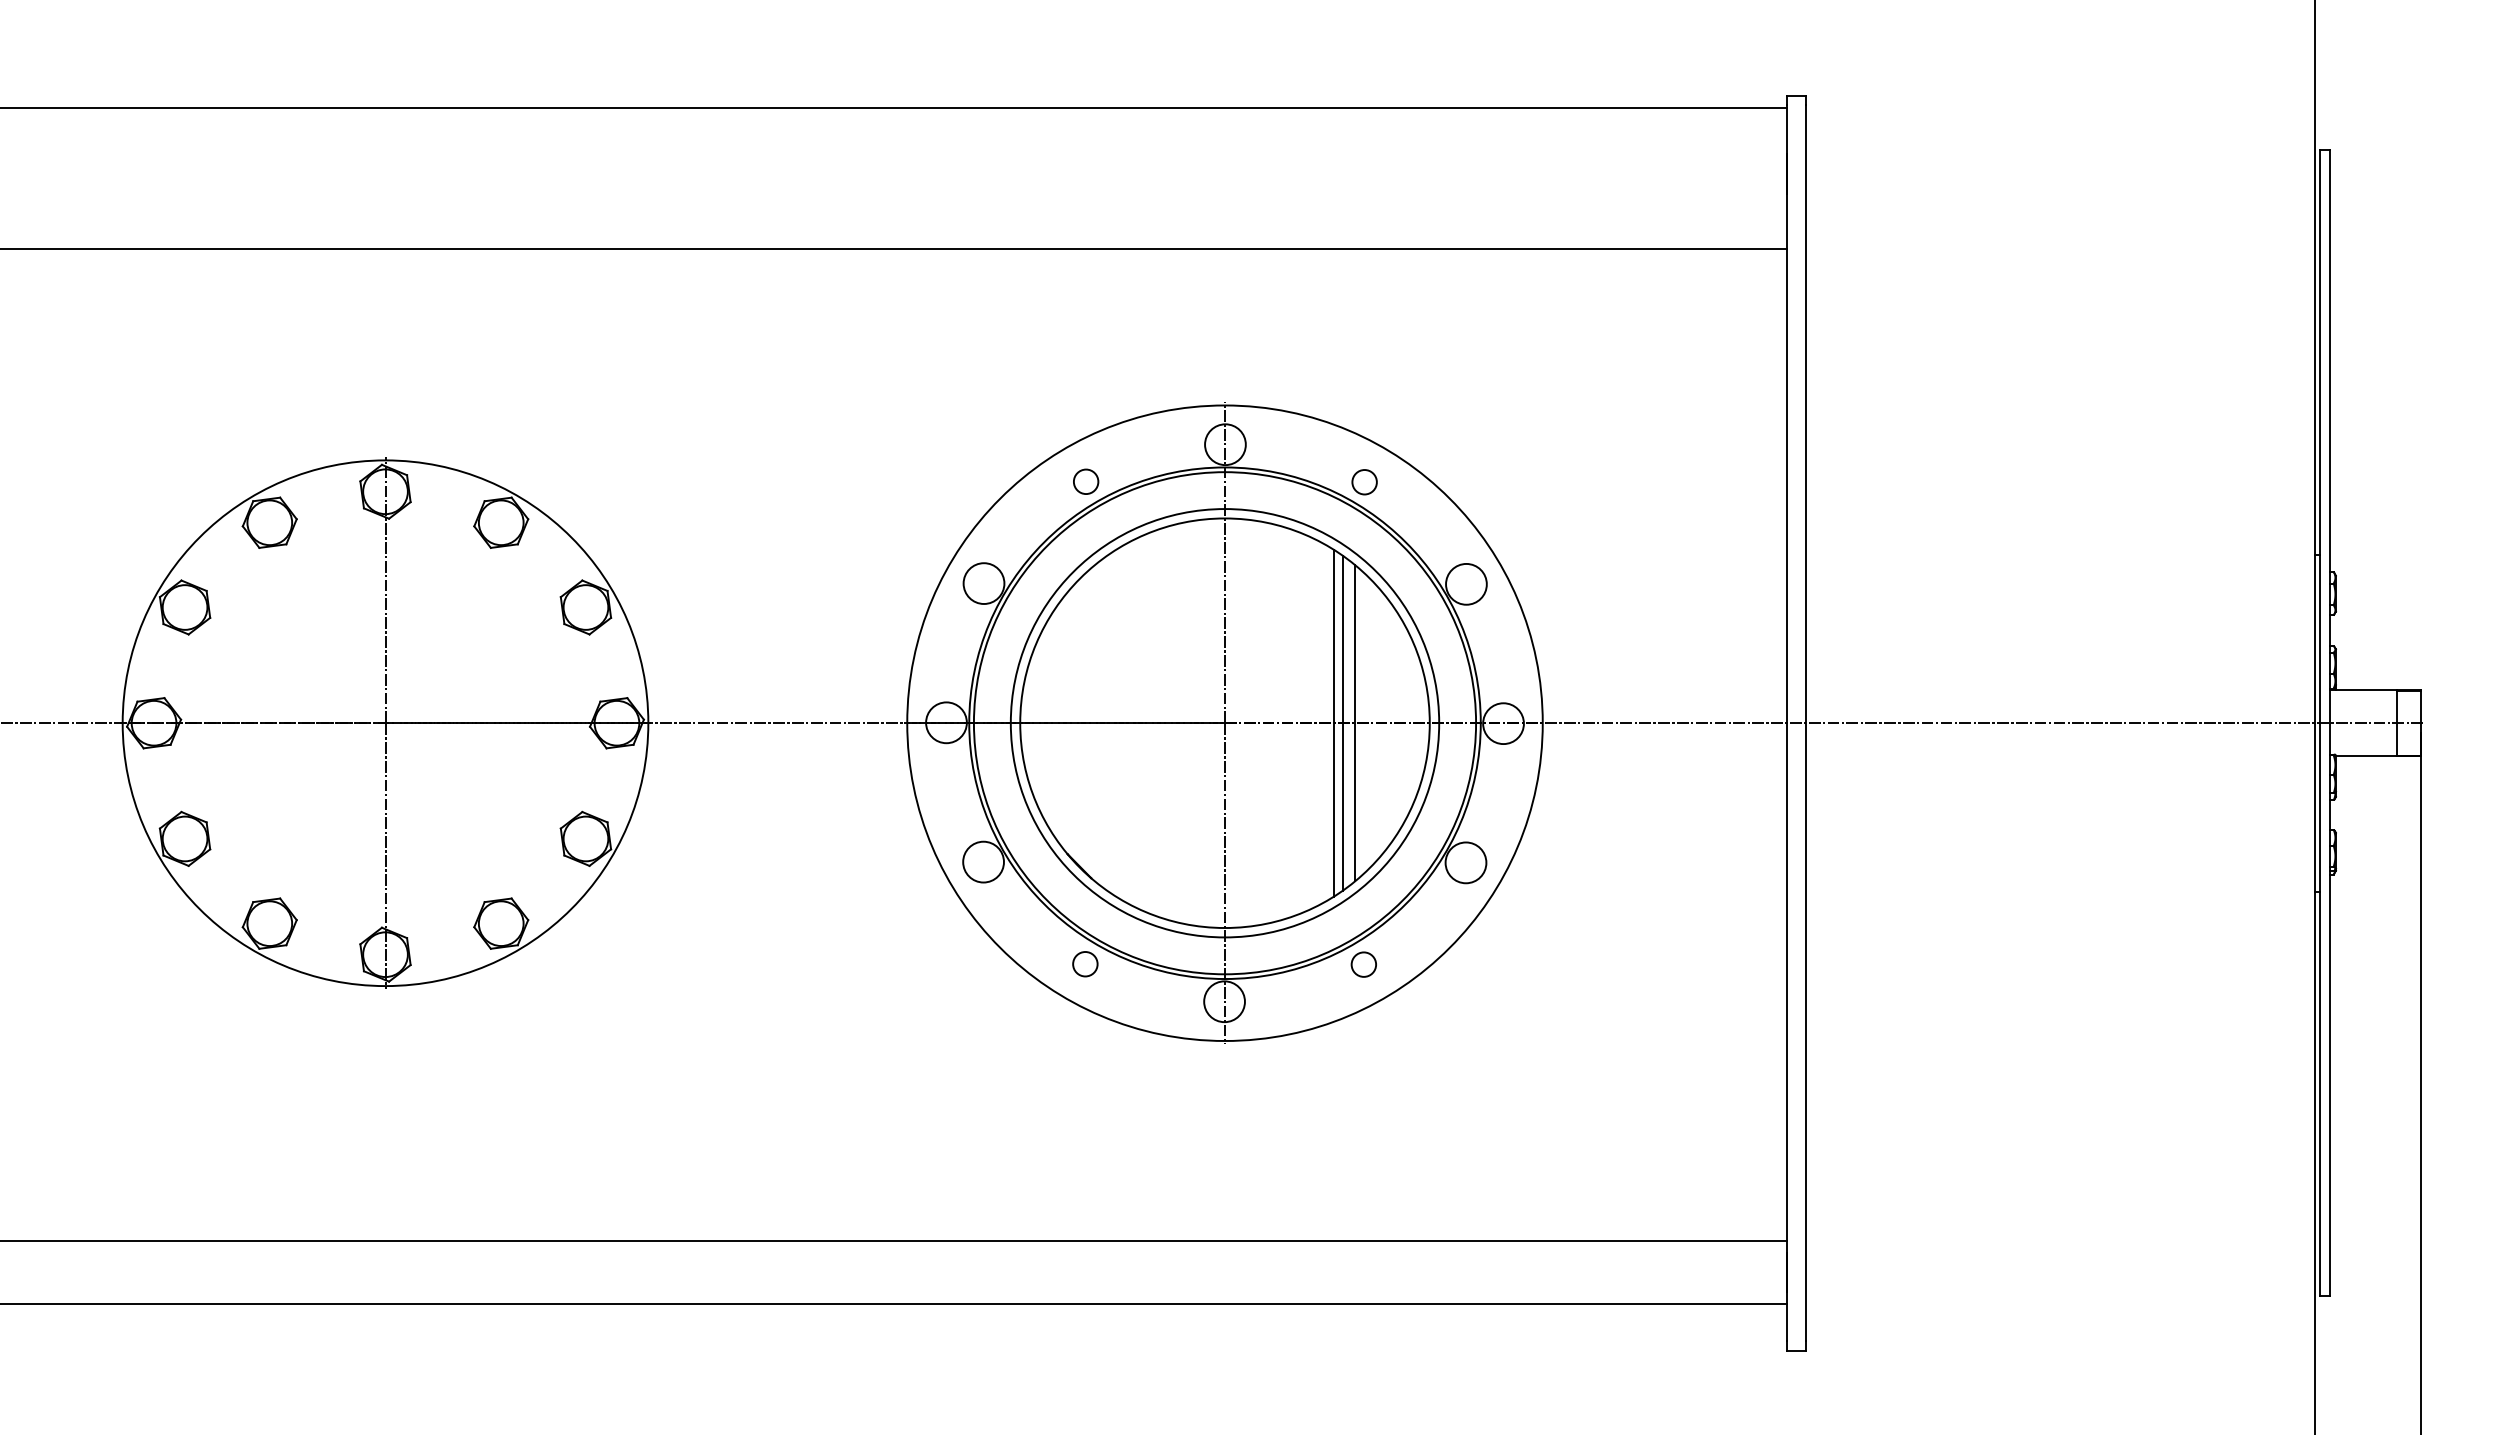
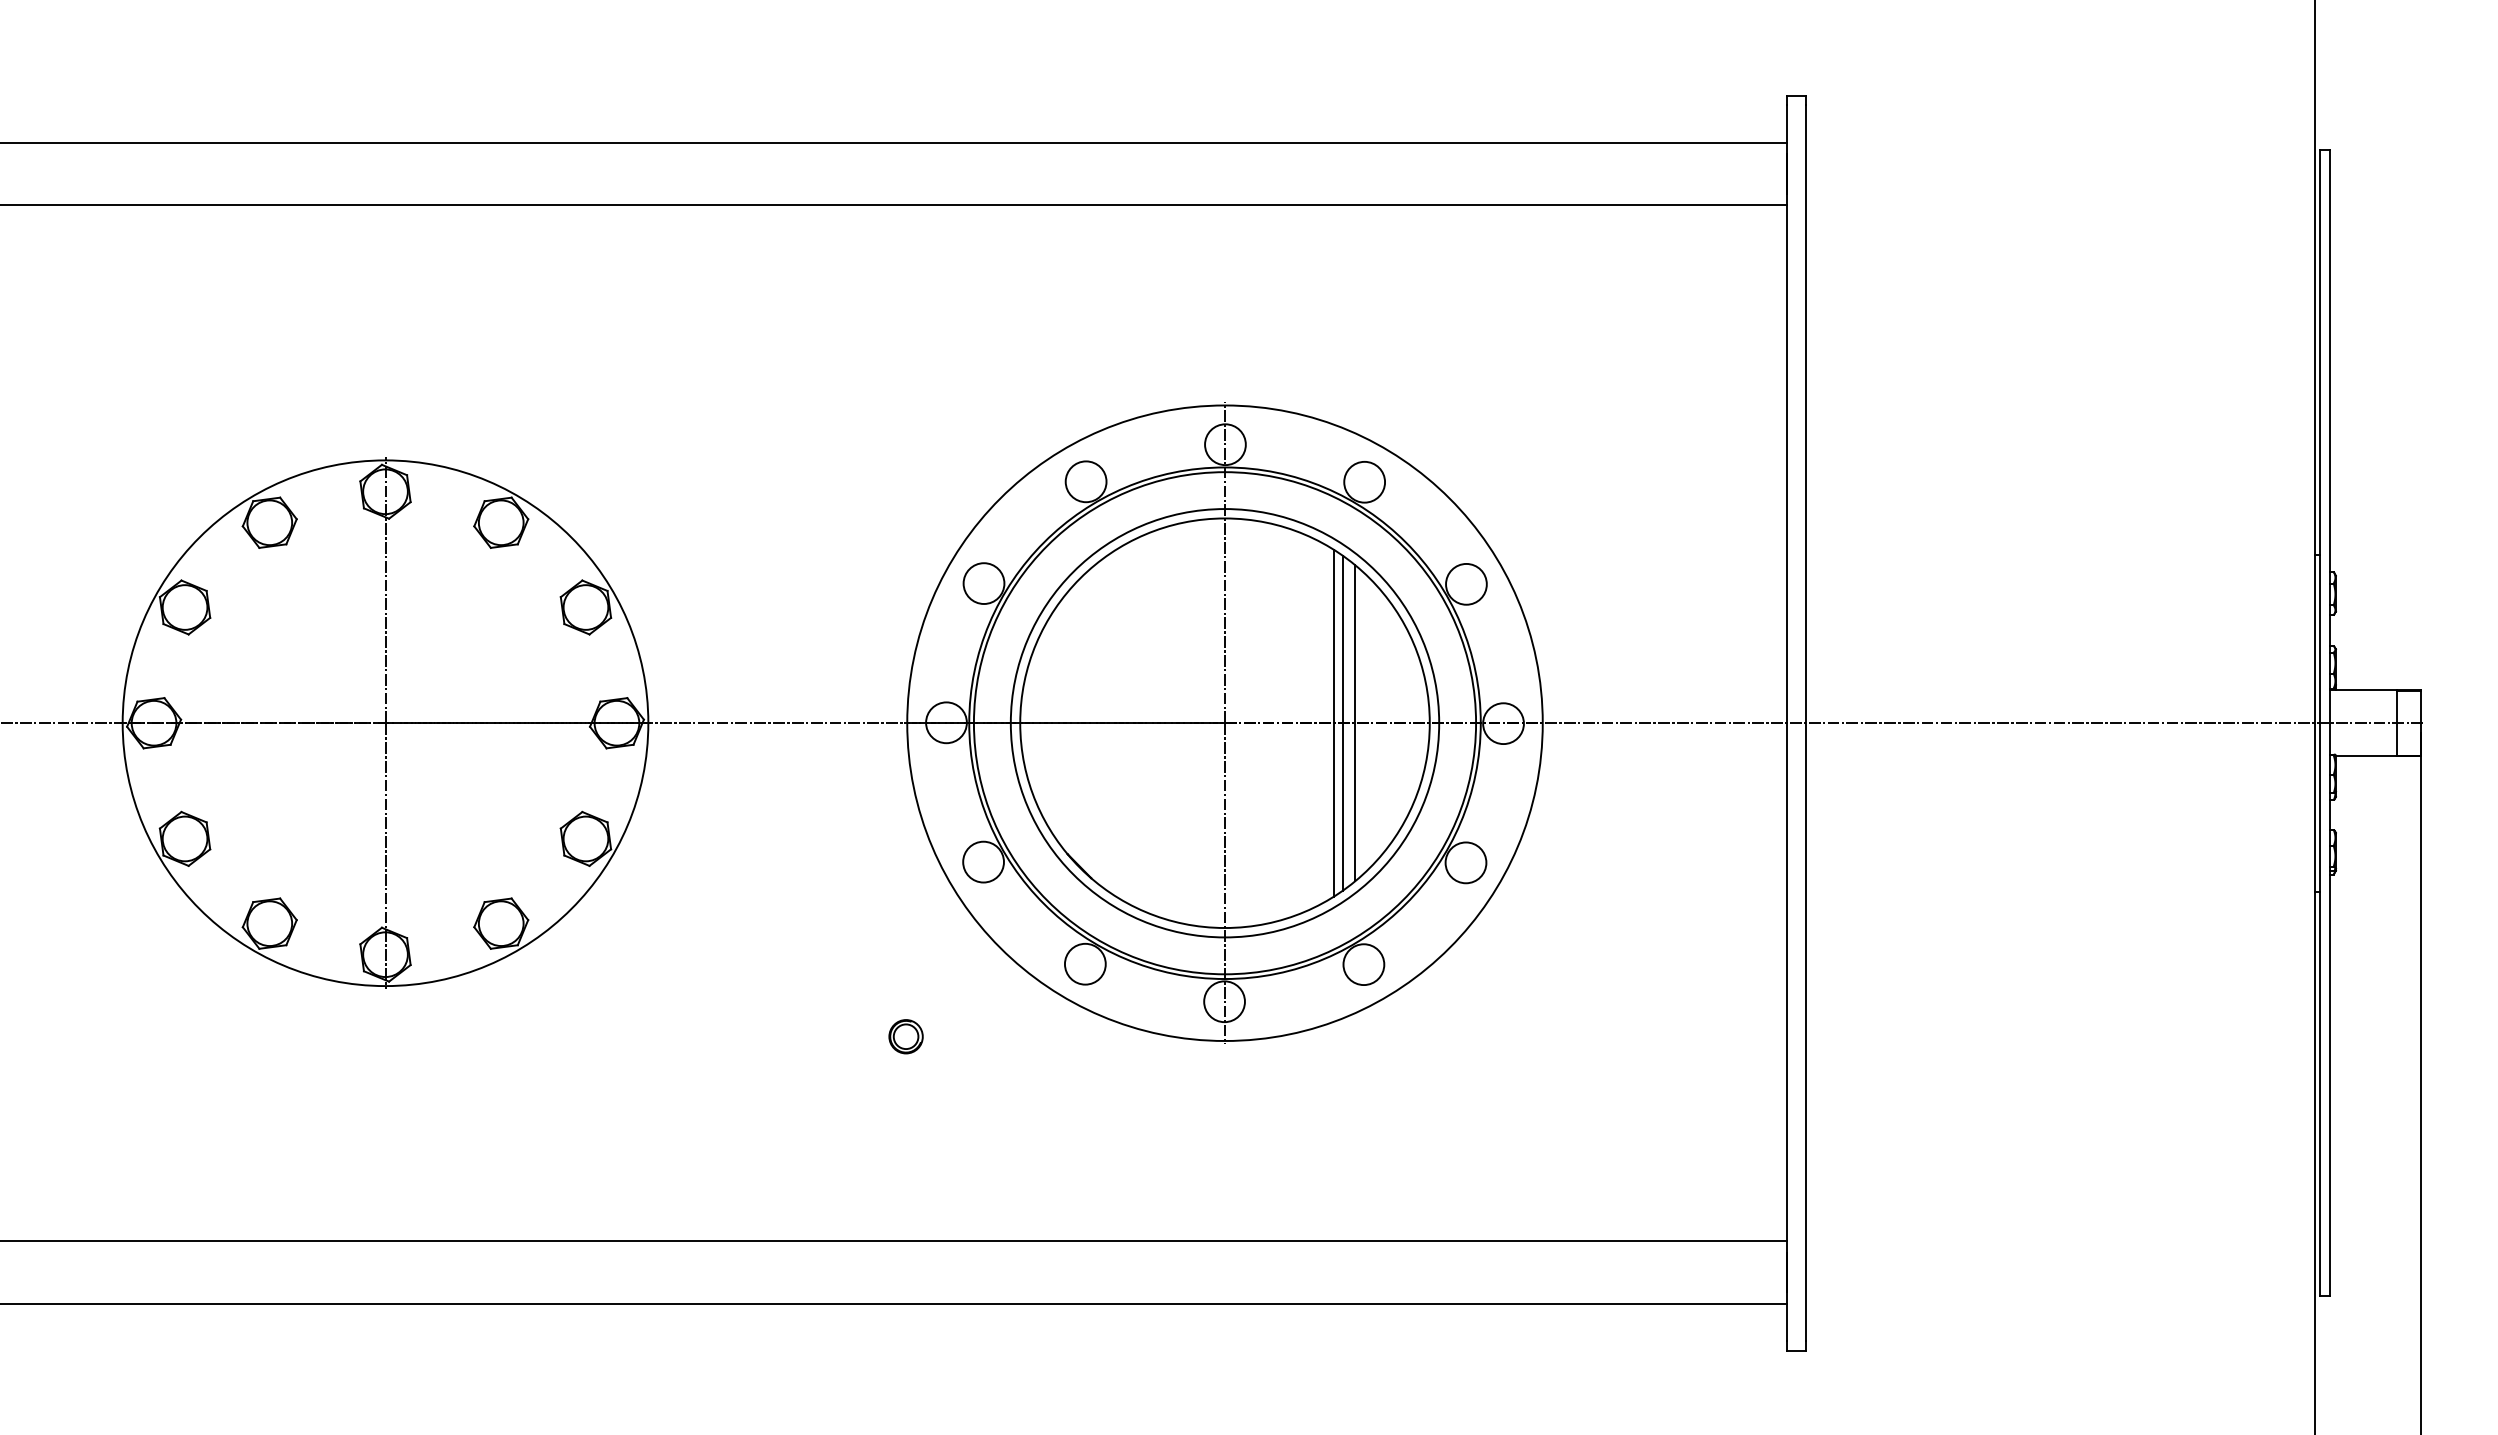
line at (894, 107) position: (894, 107) -> (894, 142)
line at (894, 249) position: (894, 249) -> (894, 205)
circle at (1085, 481) diameter: 24 px -> 41 px
circle at (1364, 482) diameter: 24 px -> 41 px
circle at (1085, 963) diameter: 24 px -> 41 px
circle at (1363, 964) diameter: 24 px -> 41 px
part at (905, 1036): none -> present
